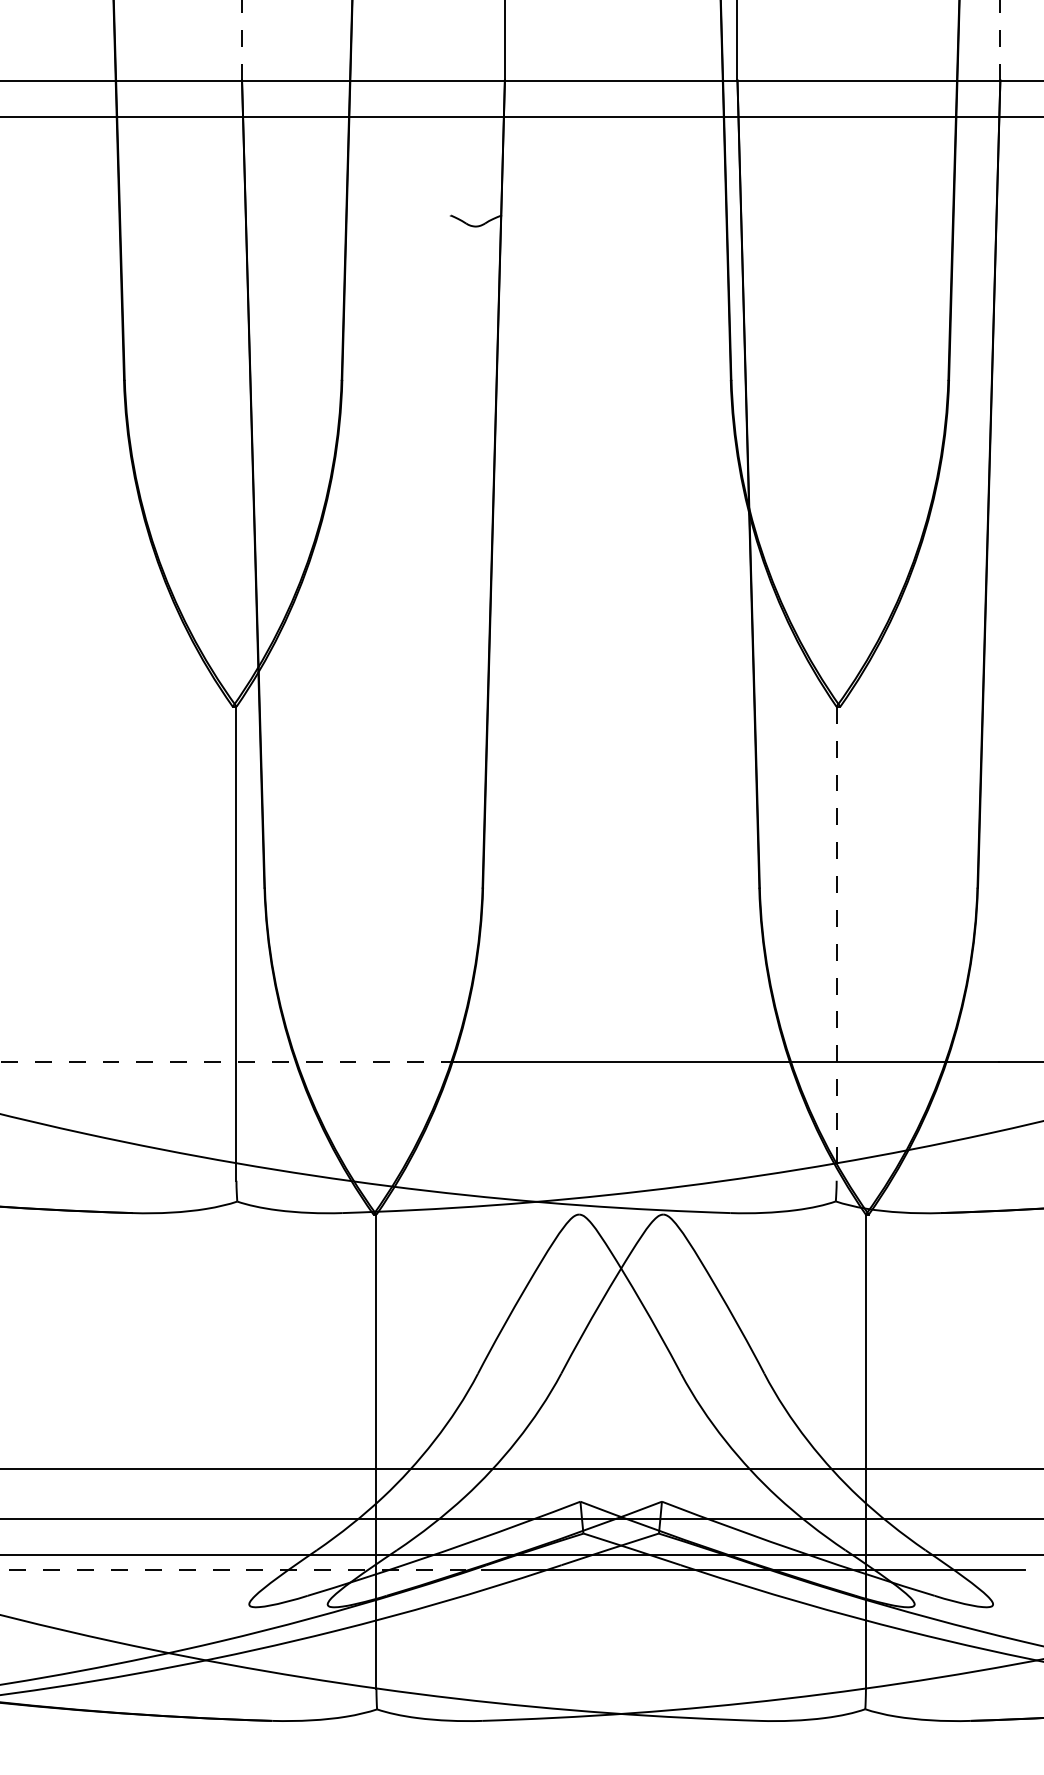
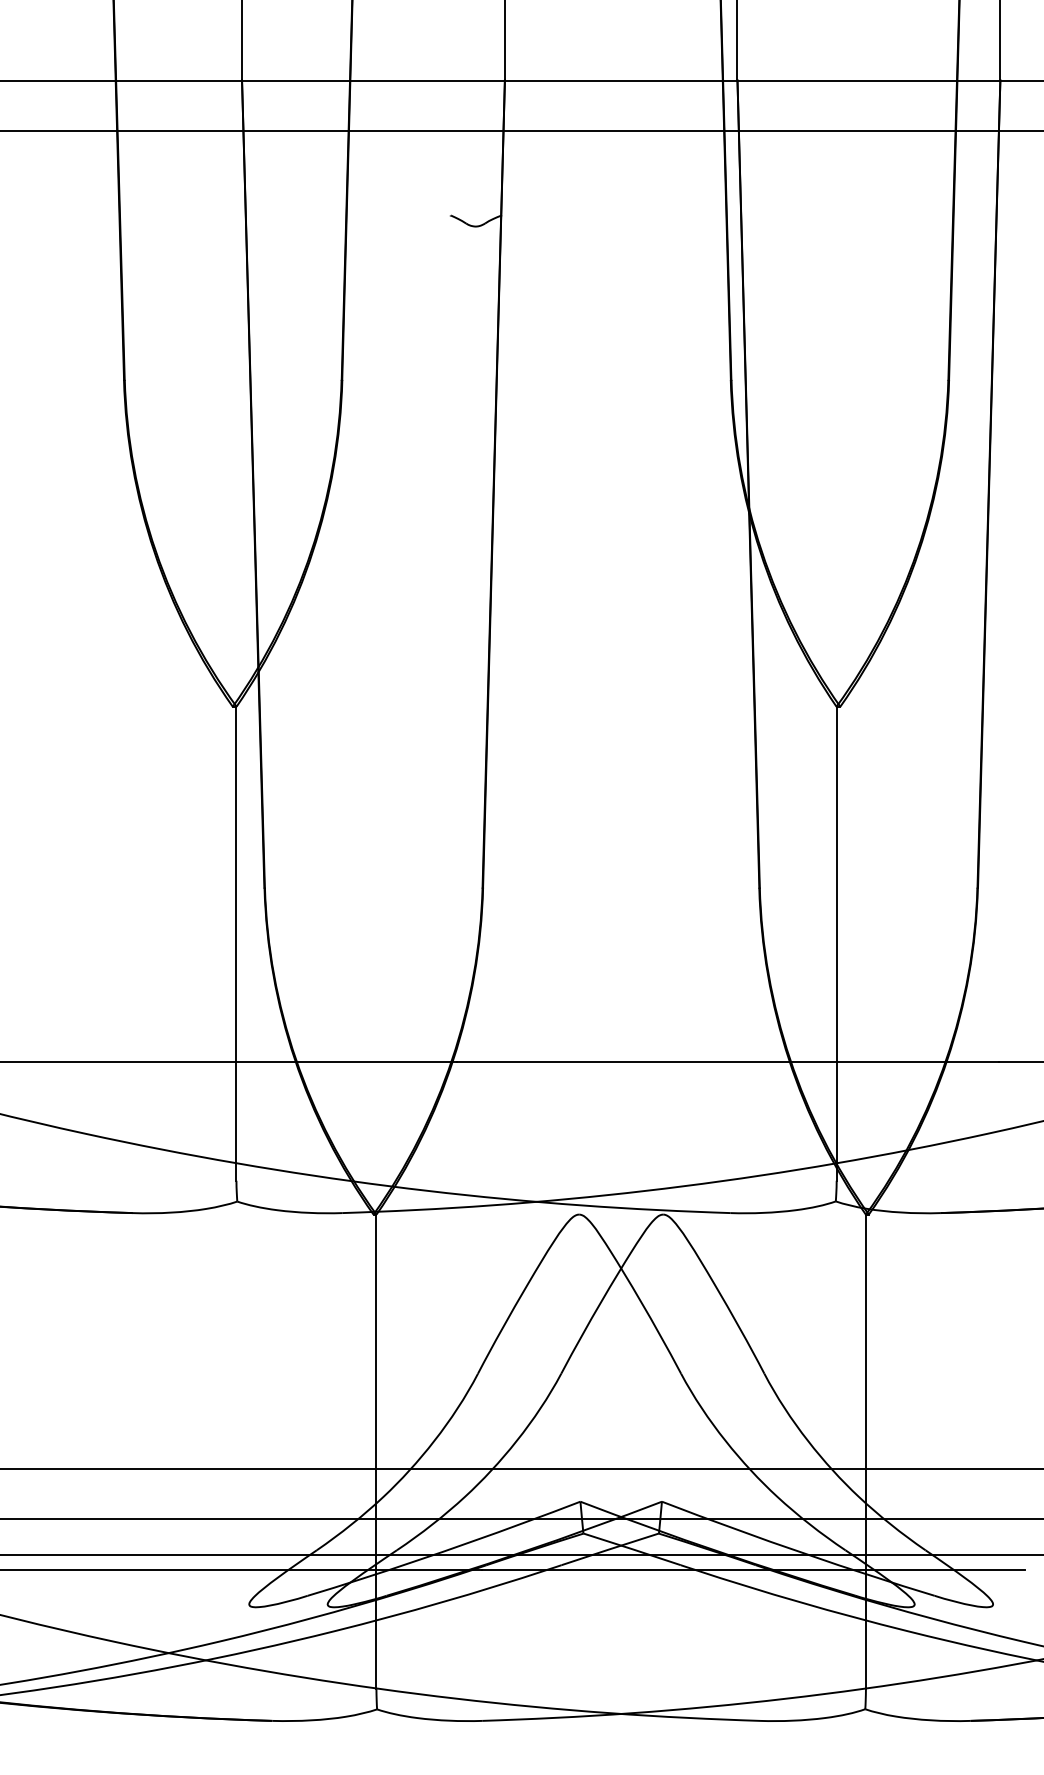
line at (242, 40): dashed -> solid
line at (1000, 40): dashed -> solid
line at (521, 117) position: (521, 117) -> (521, 131)
line at (836, 943): dashed -> solid
line at (229, 1062): dashed -> solid
line at (241, 1570): dashed -> solid
